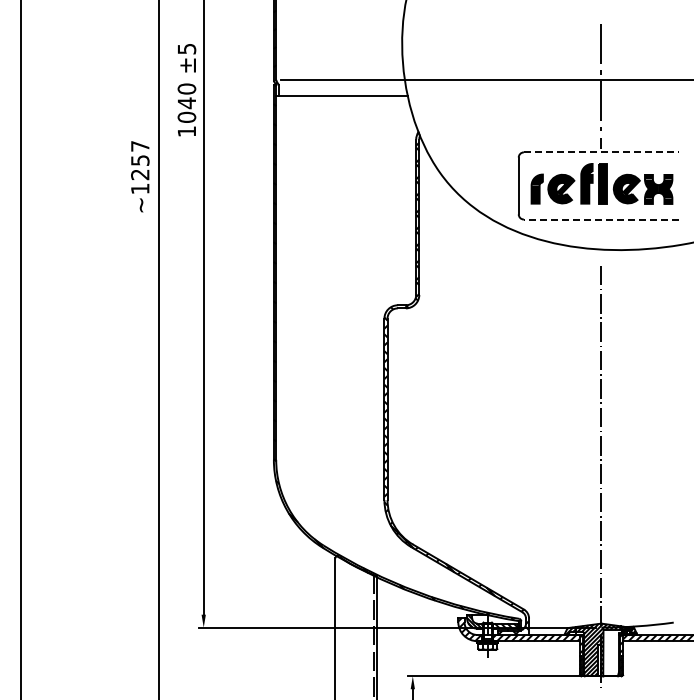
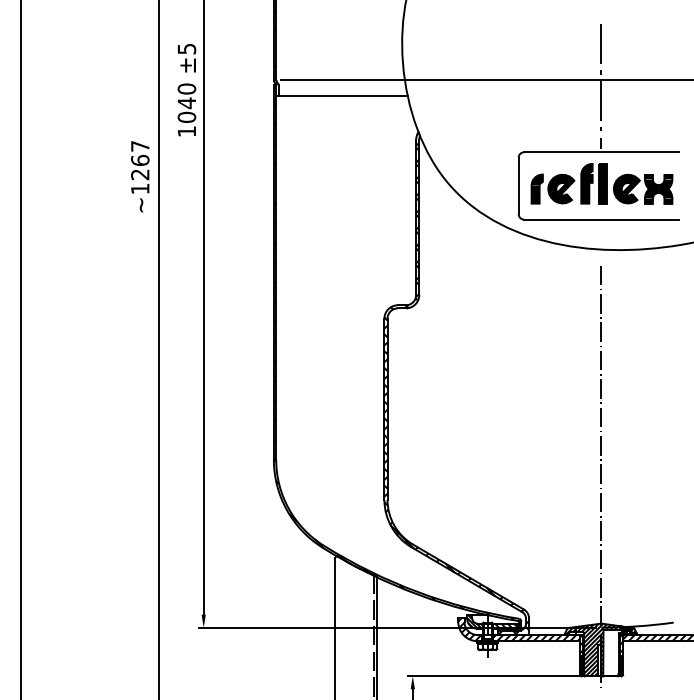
line at (601, 152): dashed -> solid
text at (140, 159): ~1257 -> ~1267
line at (600, 219): dashed -> solid
